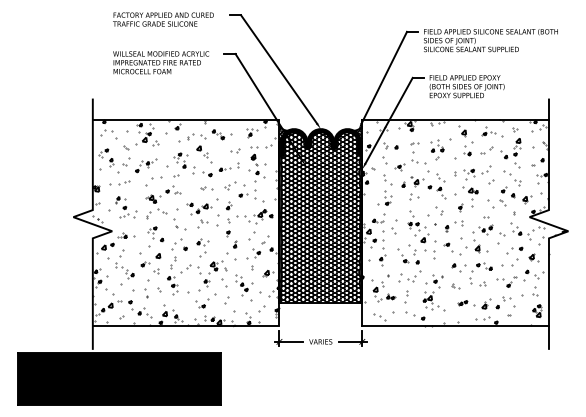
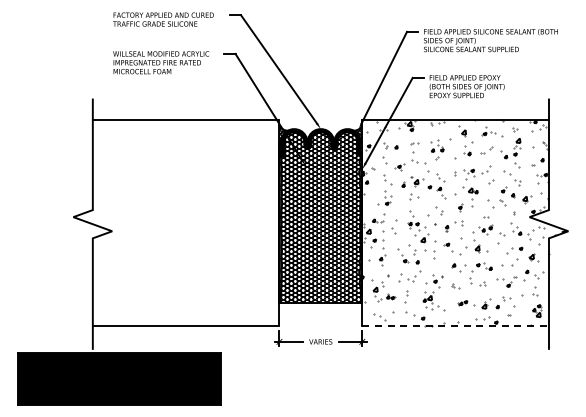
hatch at (185, 223): present -> none
line at (456, 326): solid -> dashed
